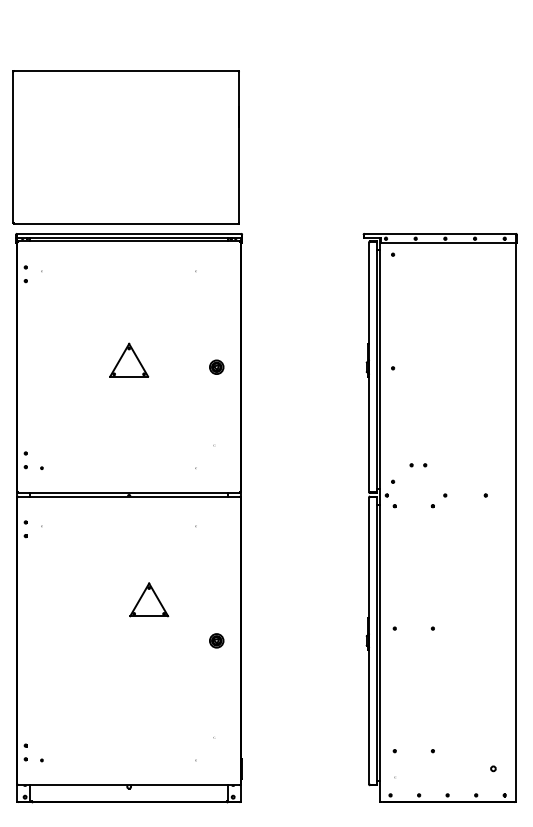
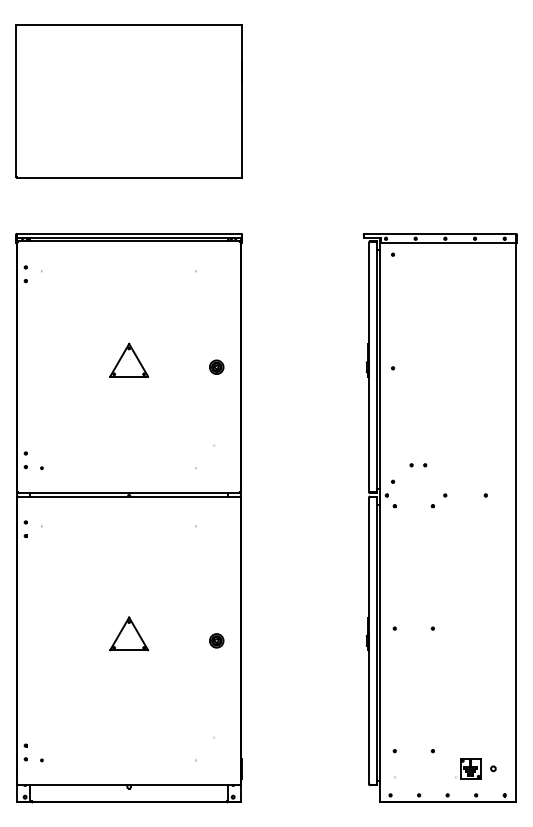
part at (125, 147) position: (125, 147) -> (128, 101)
part at (149, 599) position: (149, 599) -> (129, 633)
part at (468, 768): none -> present
